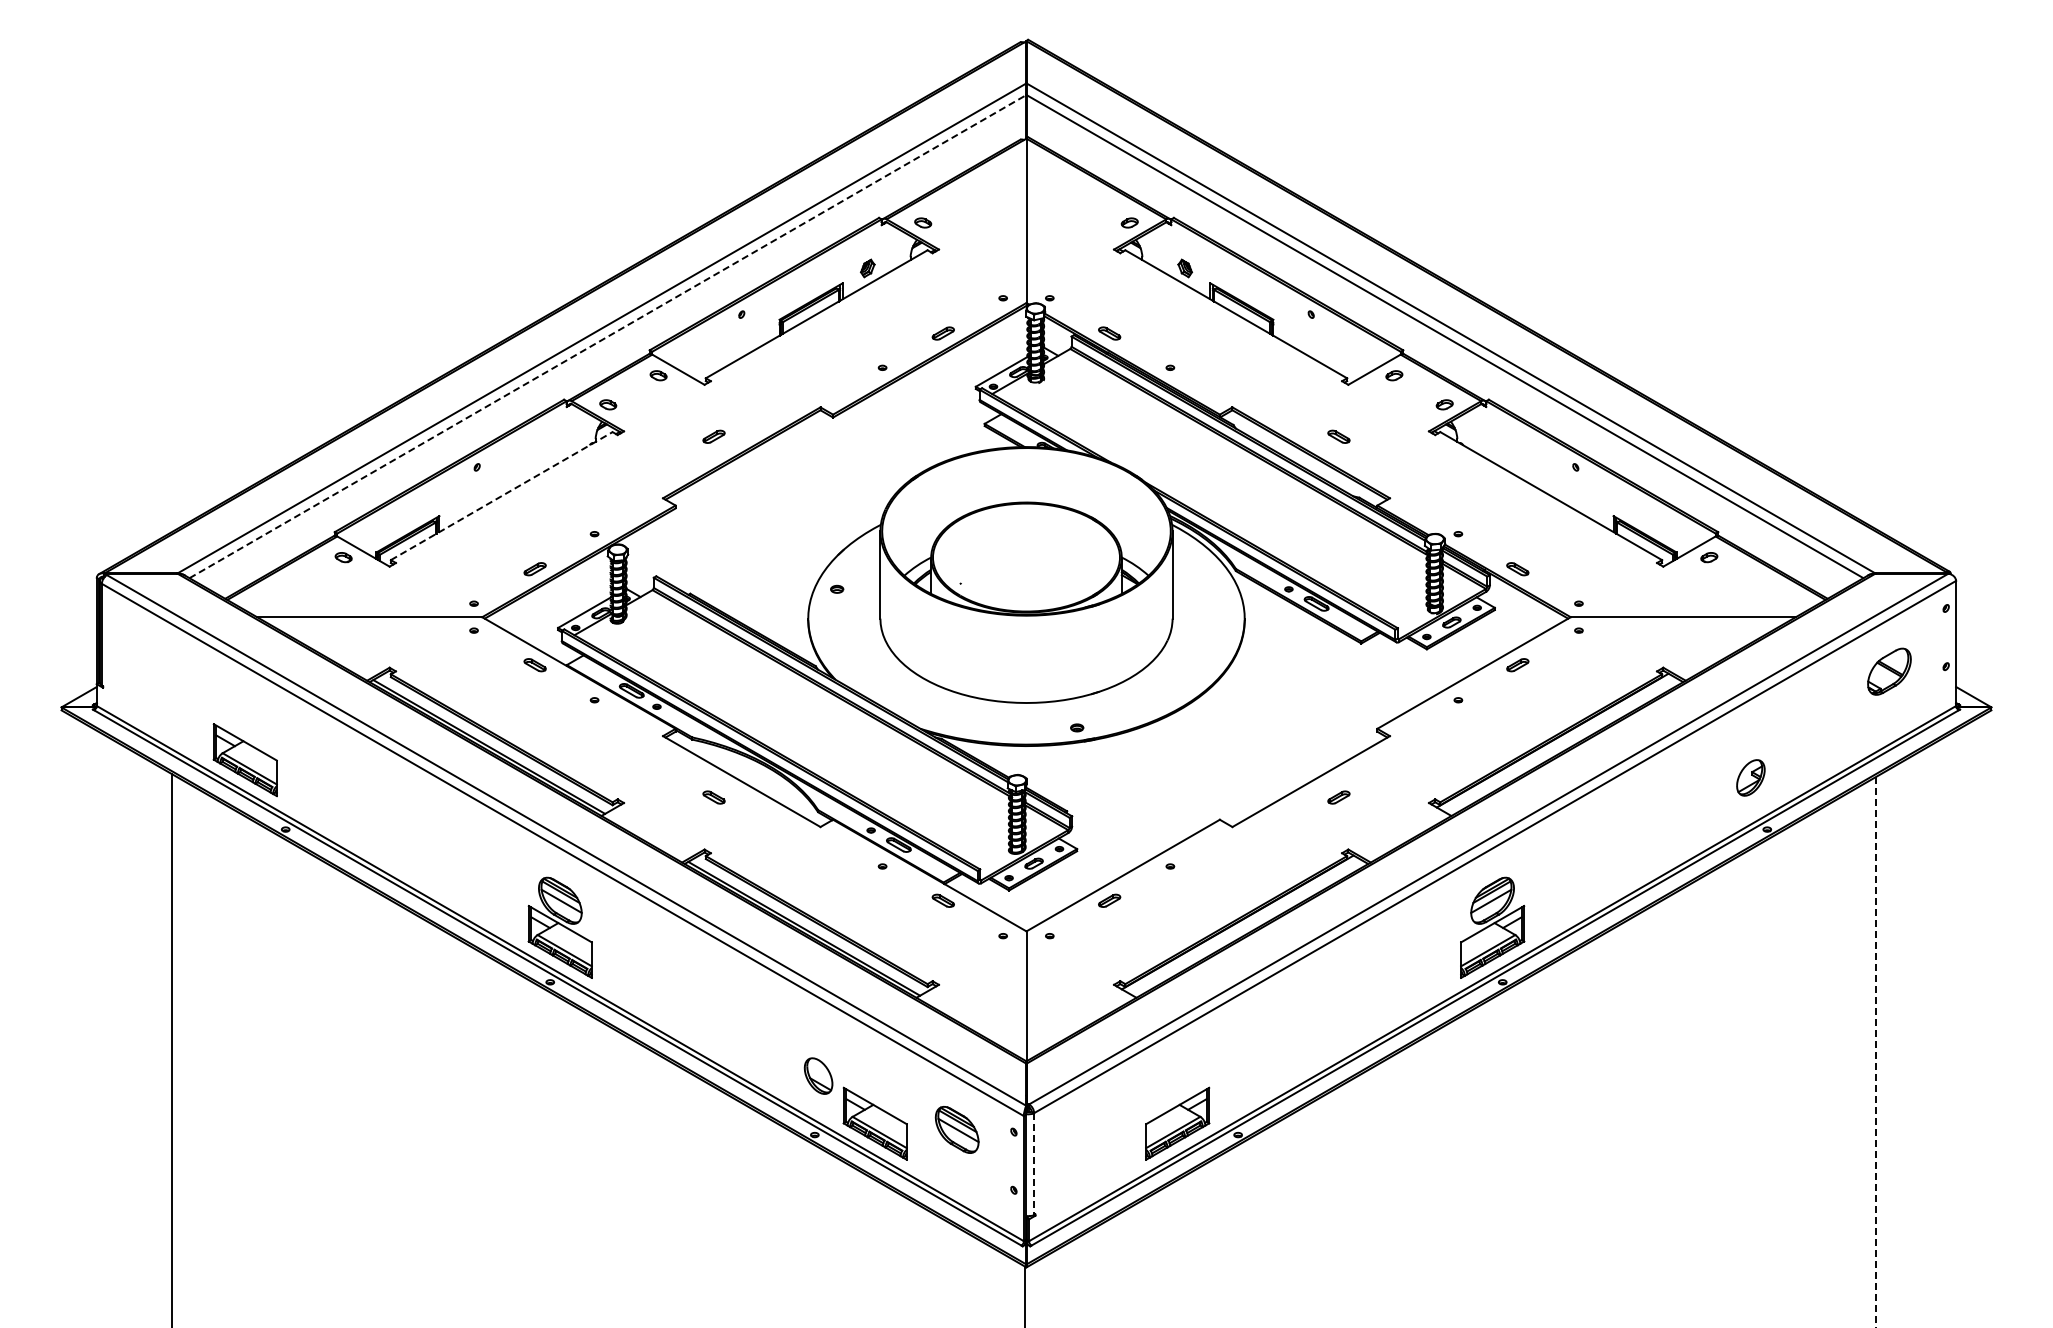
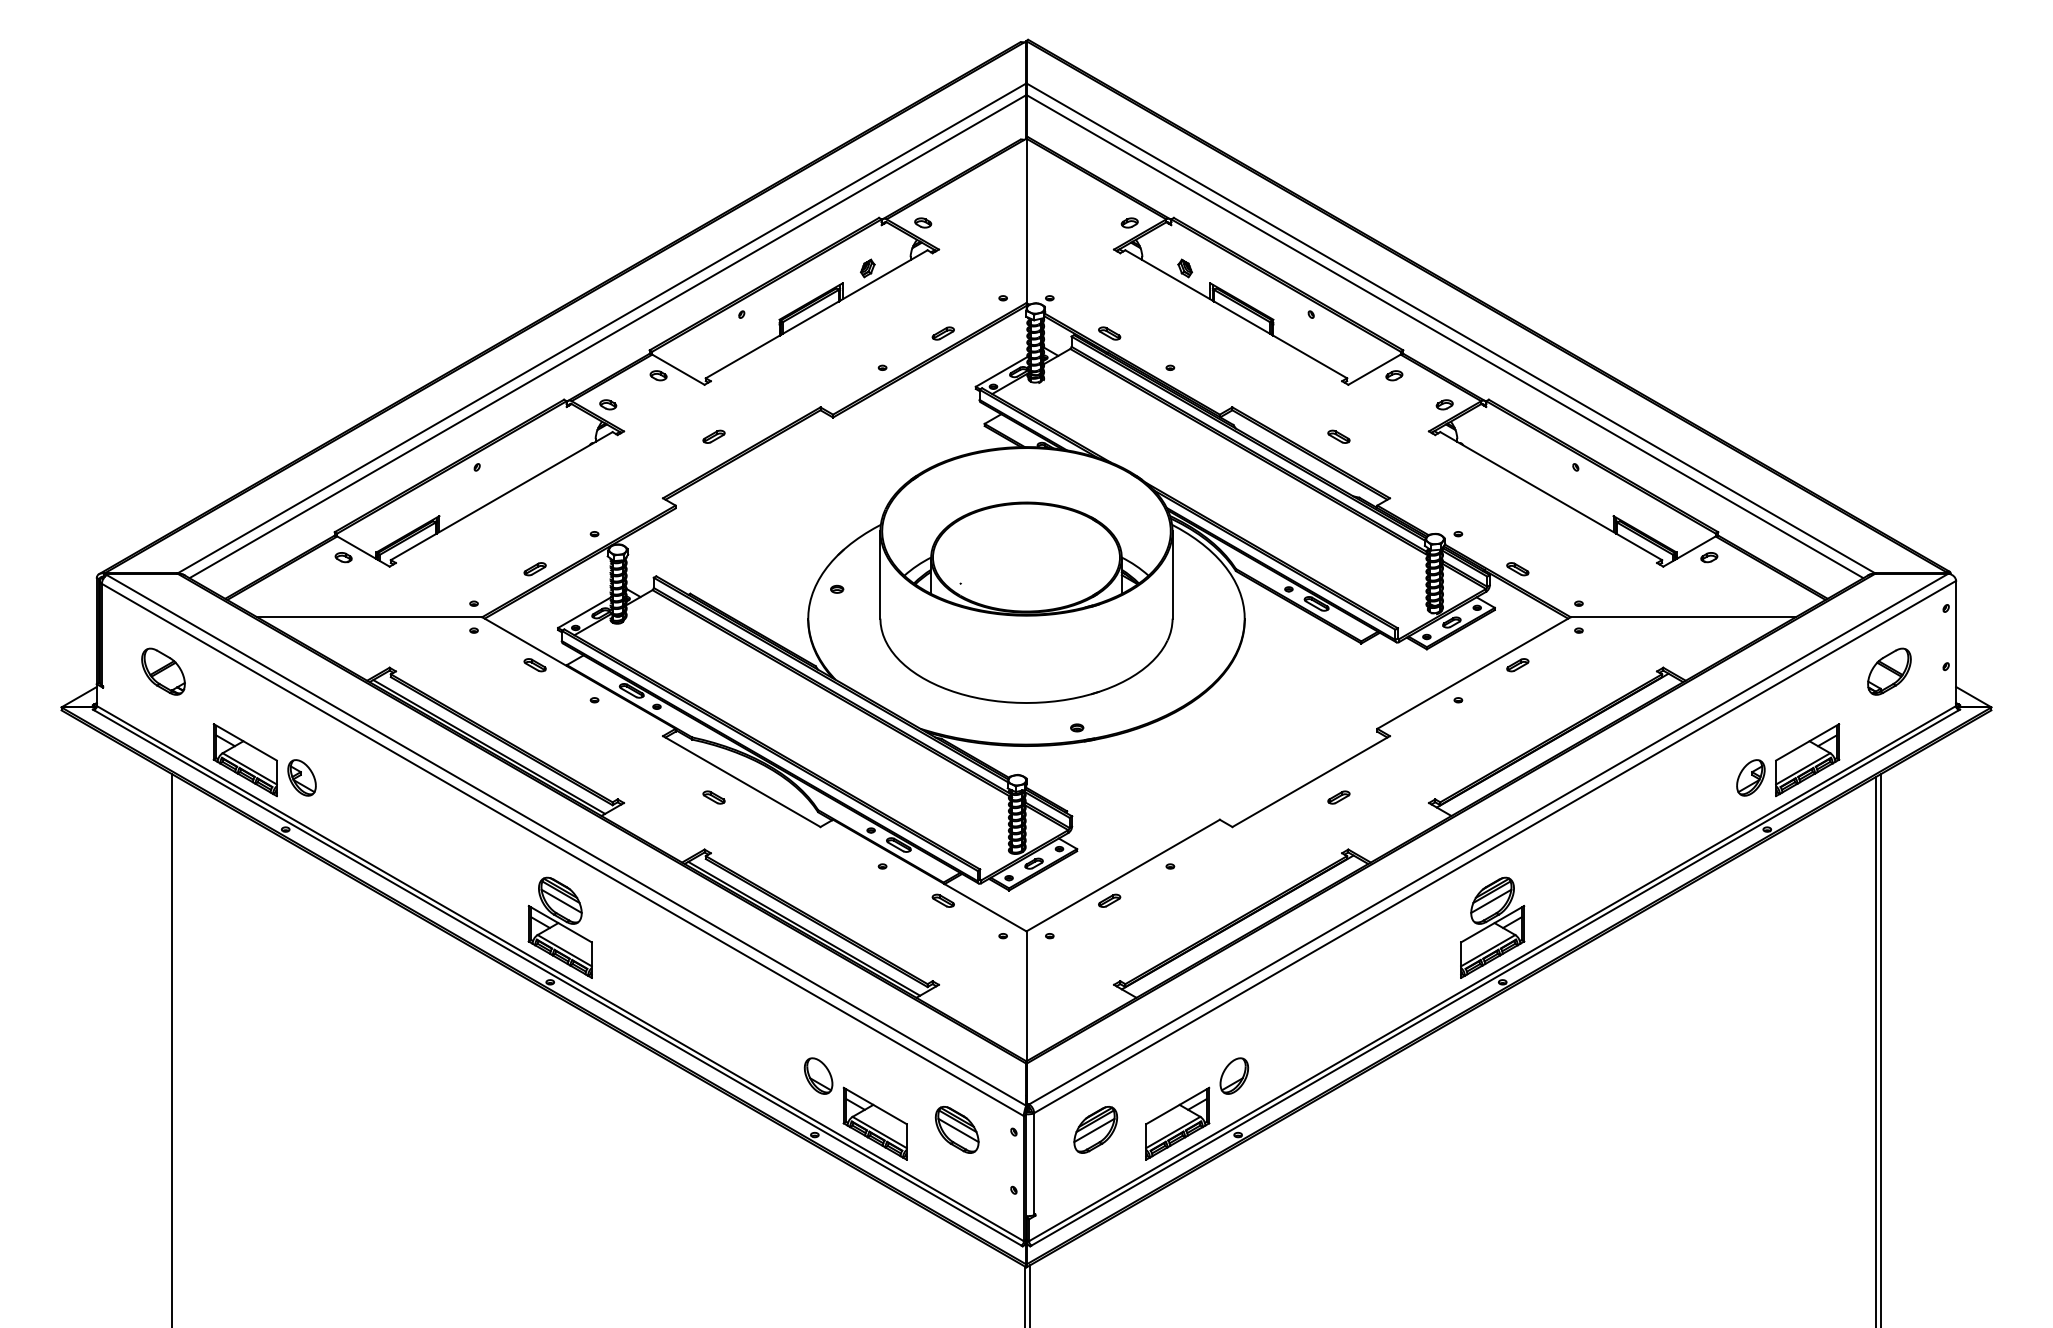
line at (608, 336): dashed -> solid
line at (502, 495): dashed -> solid
part at (163, 671): none -> present
part at (1807, 760): none -> present
part at (301, 777): none -> present
line at (1880, 1049): none -> present
line at (1875, 1052): dashed -> solid
part at (1234, 1075): none -> present
part at (1095, 1129): none -> present
line at (1034, 1164): dashed -> solid
line at (1030, 1294): none -> present
